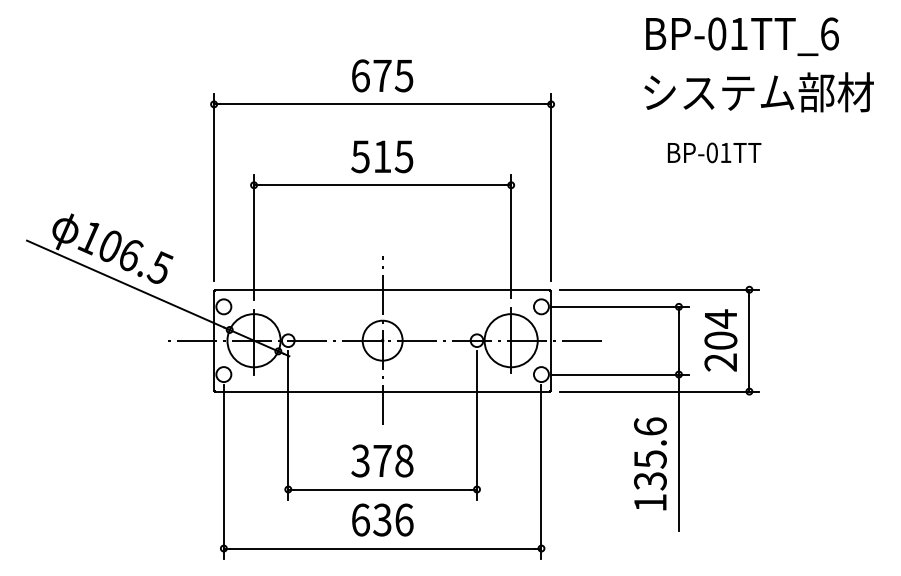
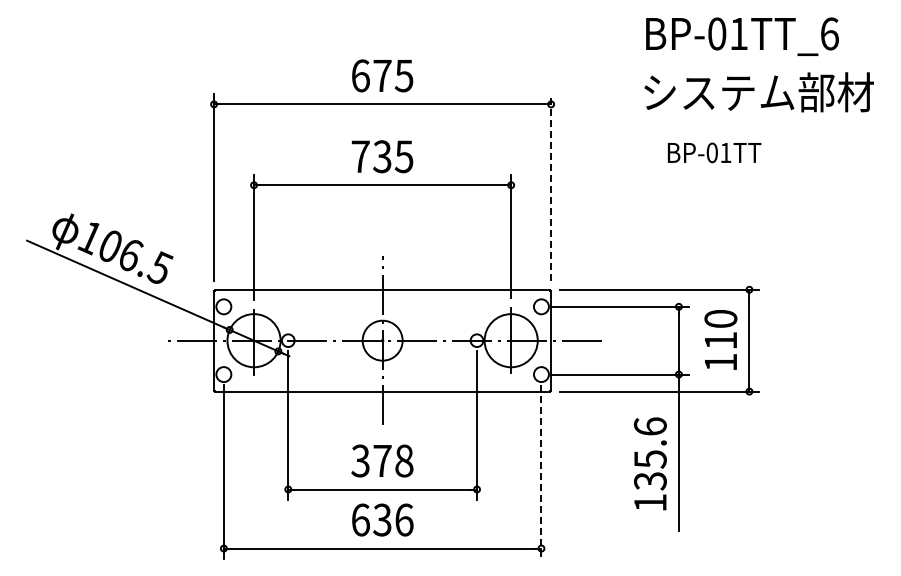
text at (371, 156): 515 -> 735
line at (551, 187): solid -> dashed
text at (720, 340): 204 -> 110
line at (541, 471): solid -> dashed
